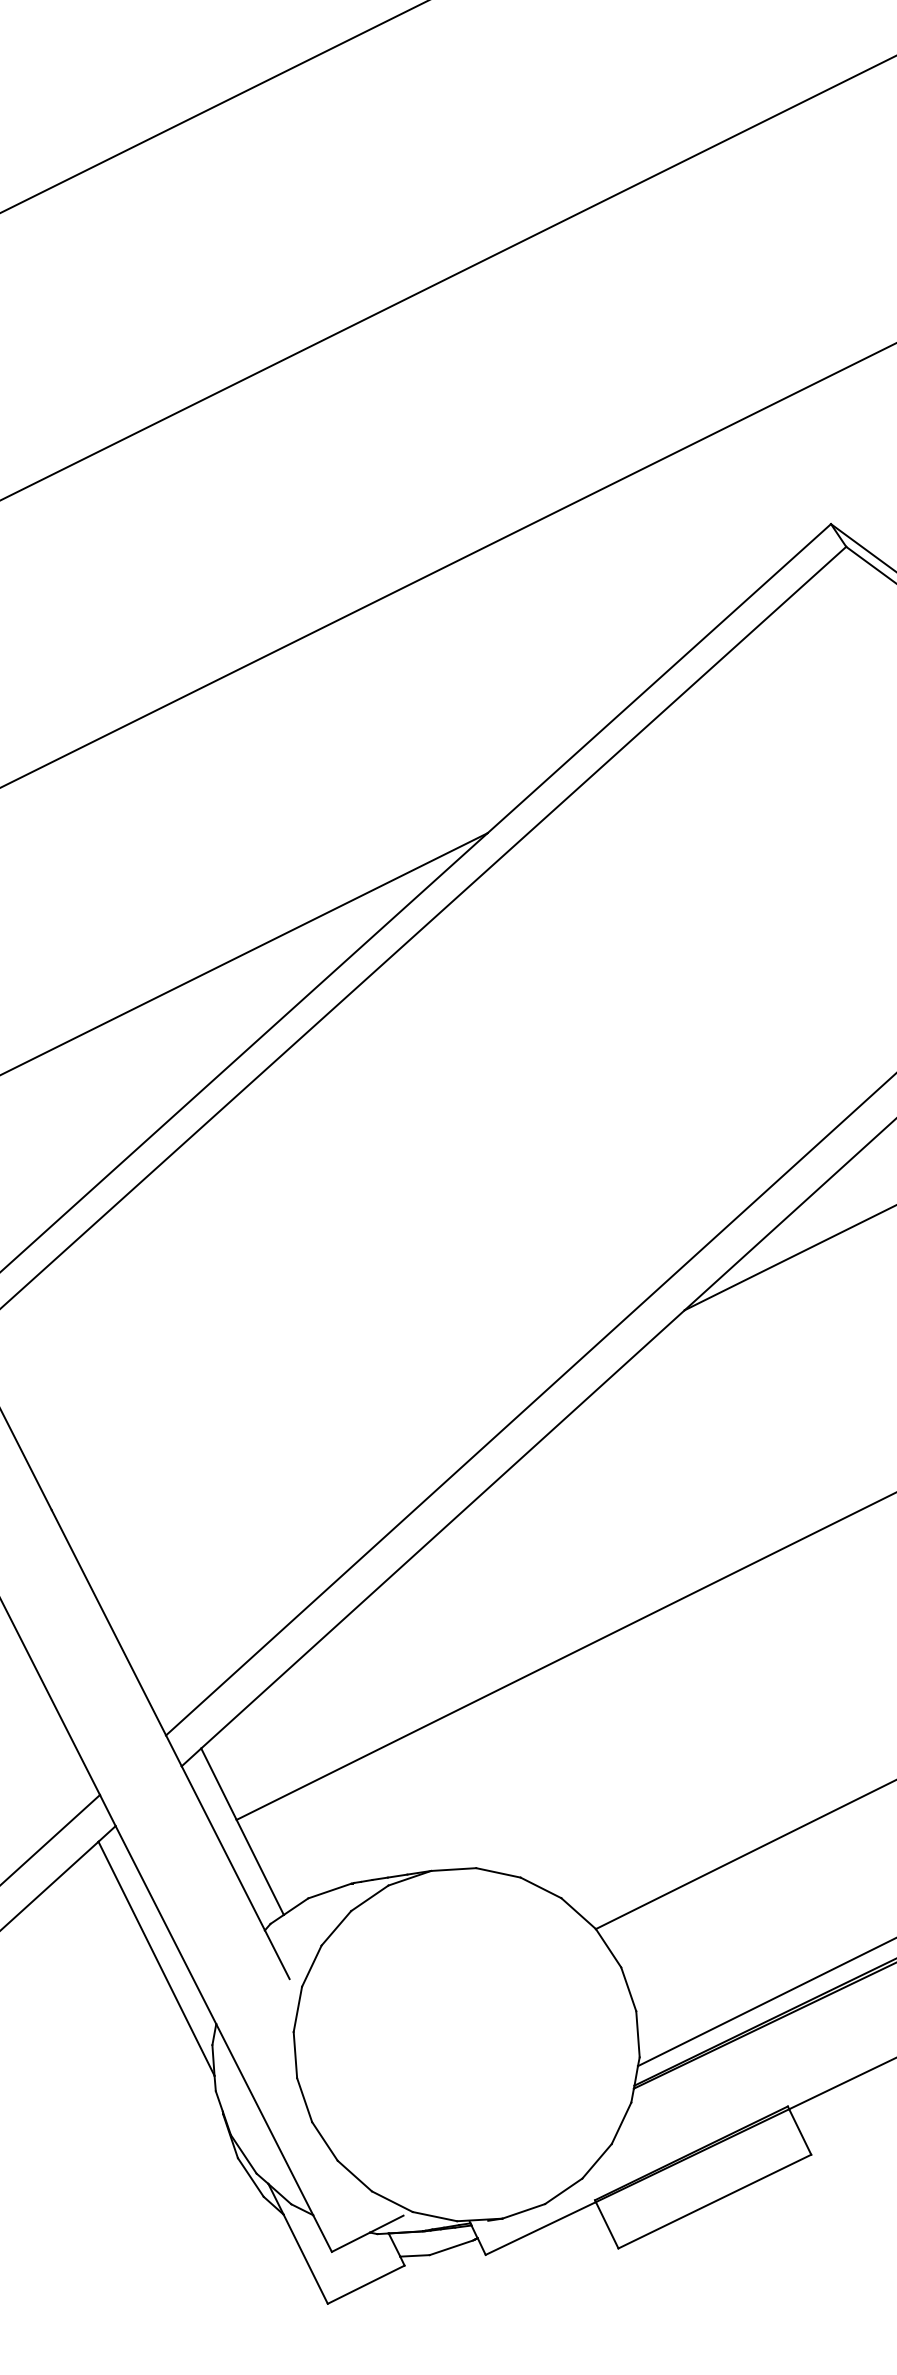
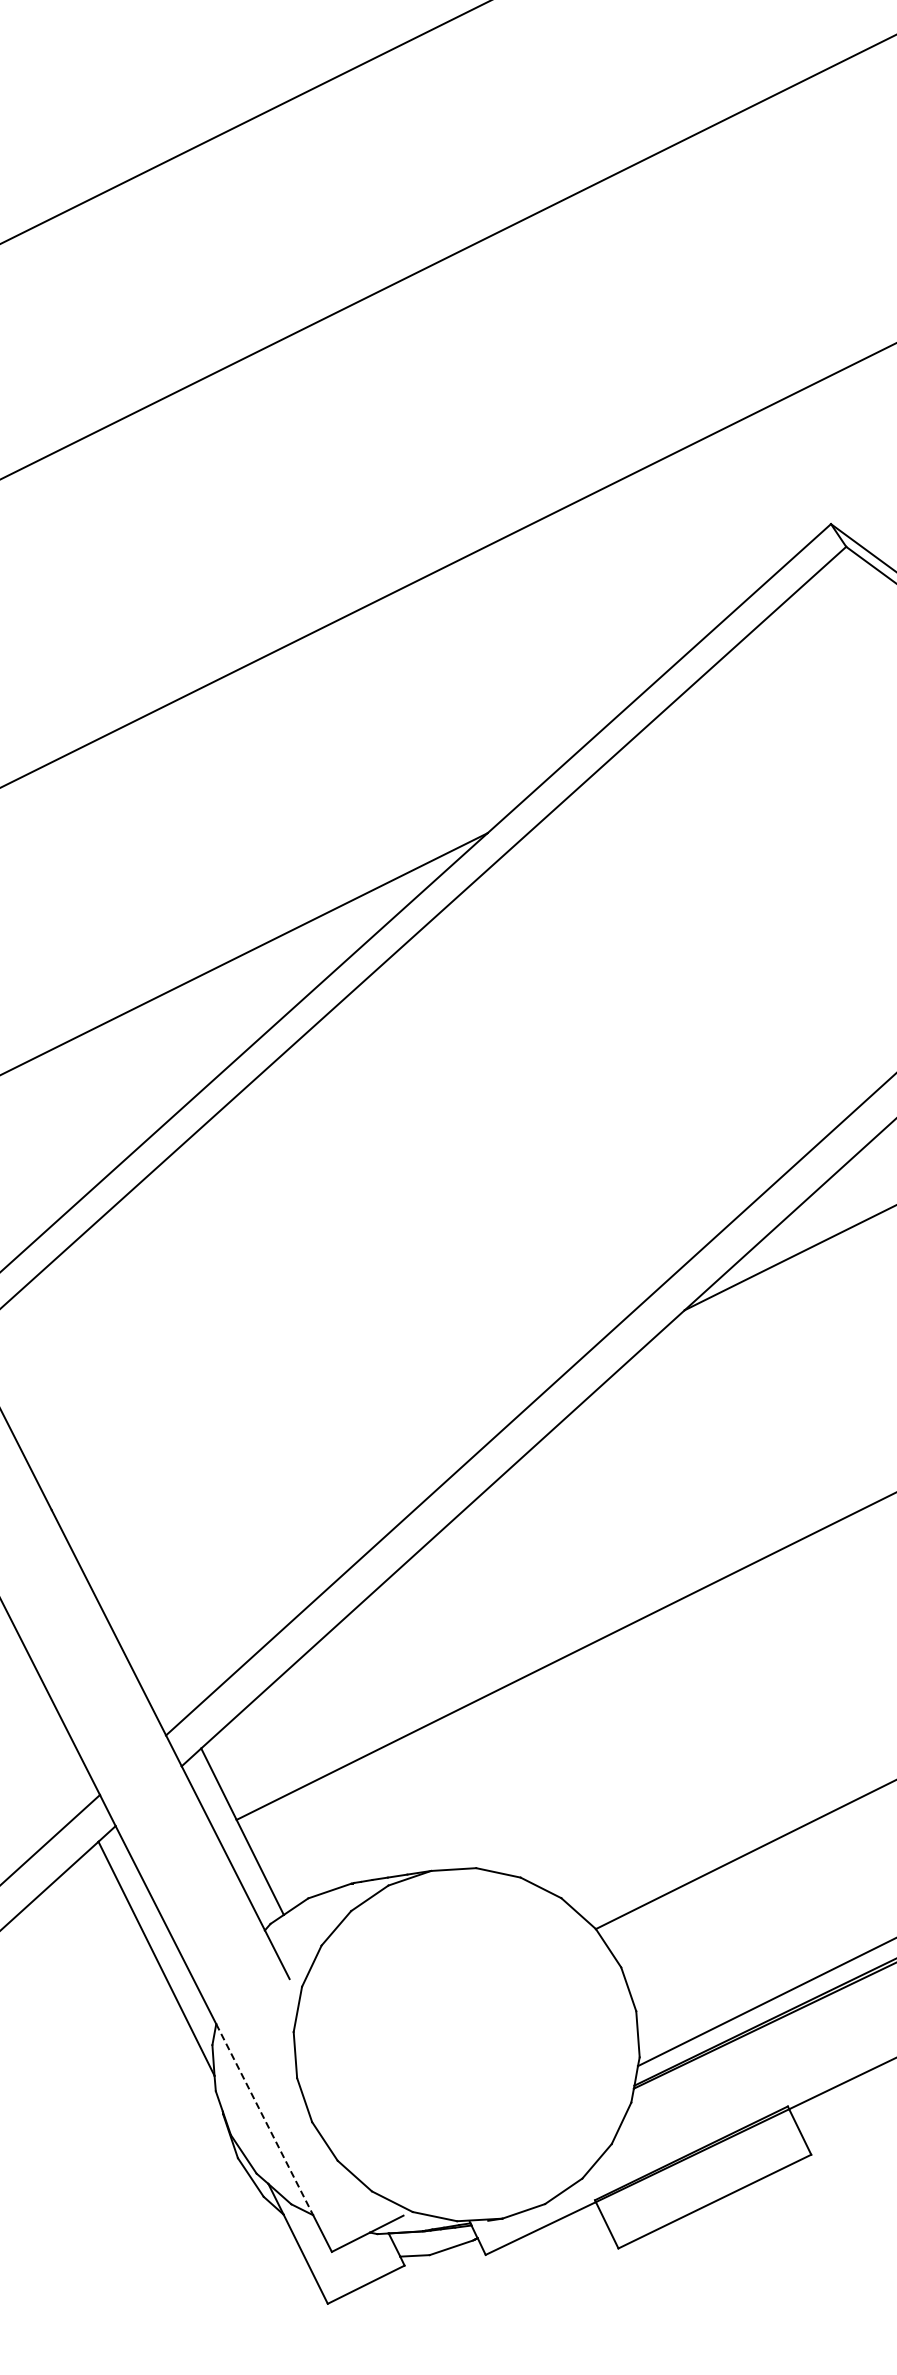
line at (213, 107) position: (213, 107) -> (244, 122)
line at (447, 278) position: (447, 278) -> (447, 257)
line at (264, 2120): solid -> dashed
